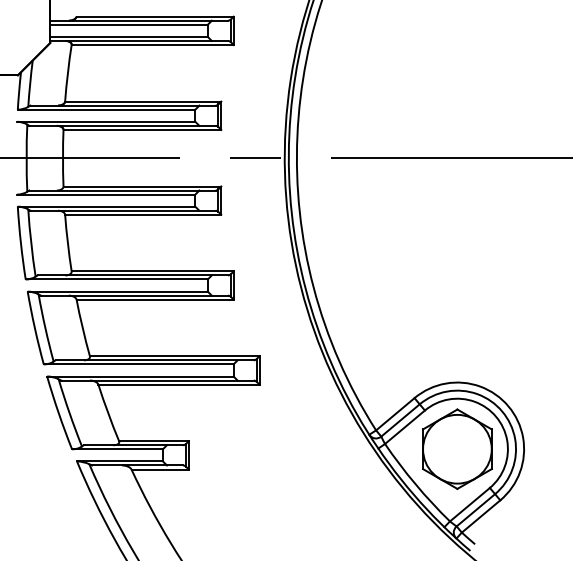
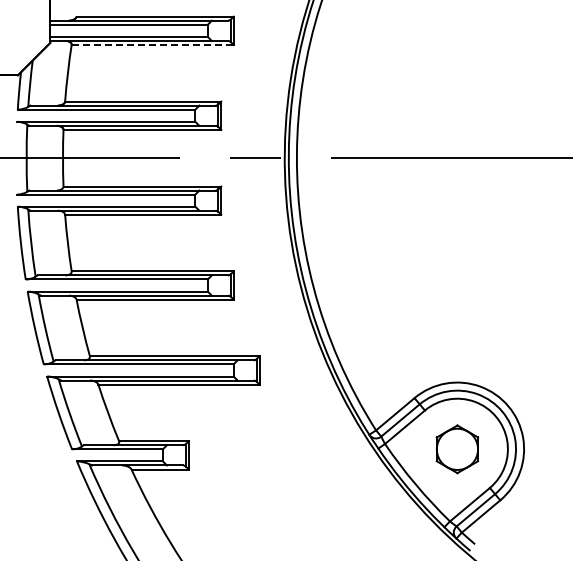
line at (153, 45): solid -> dashed
part at (457, 449) size: 71x83 px -> 45x51 px
